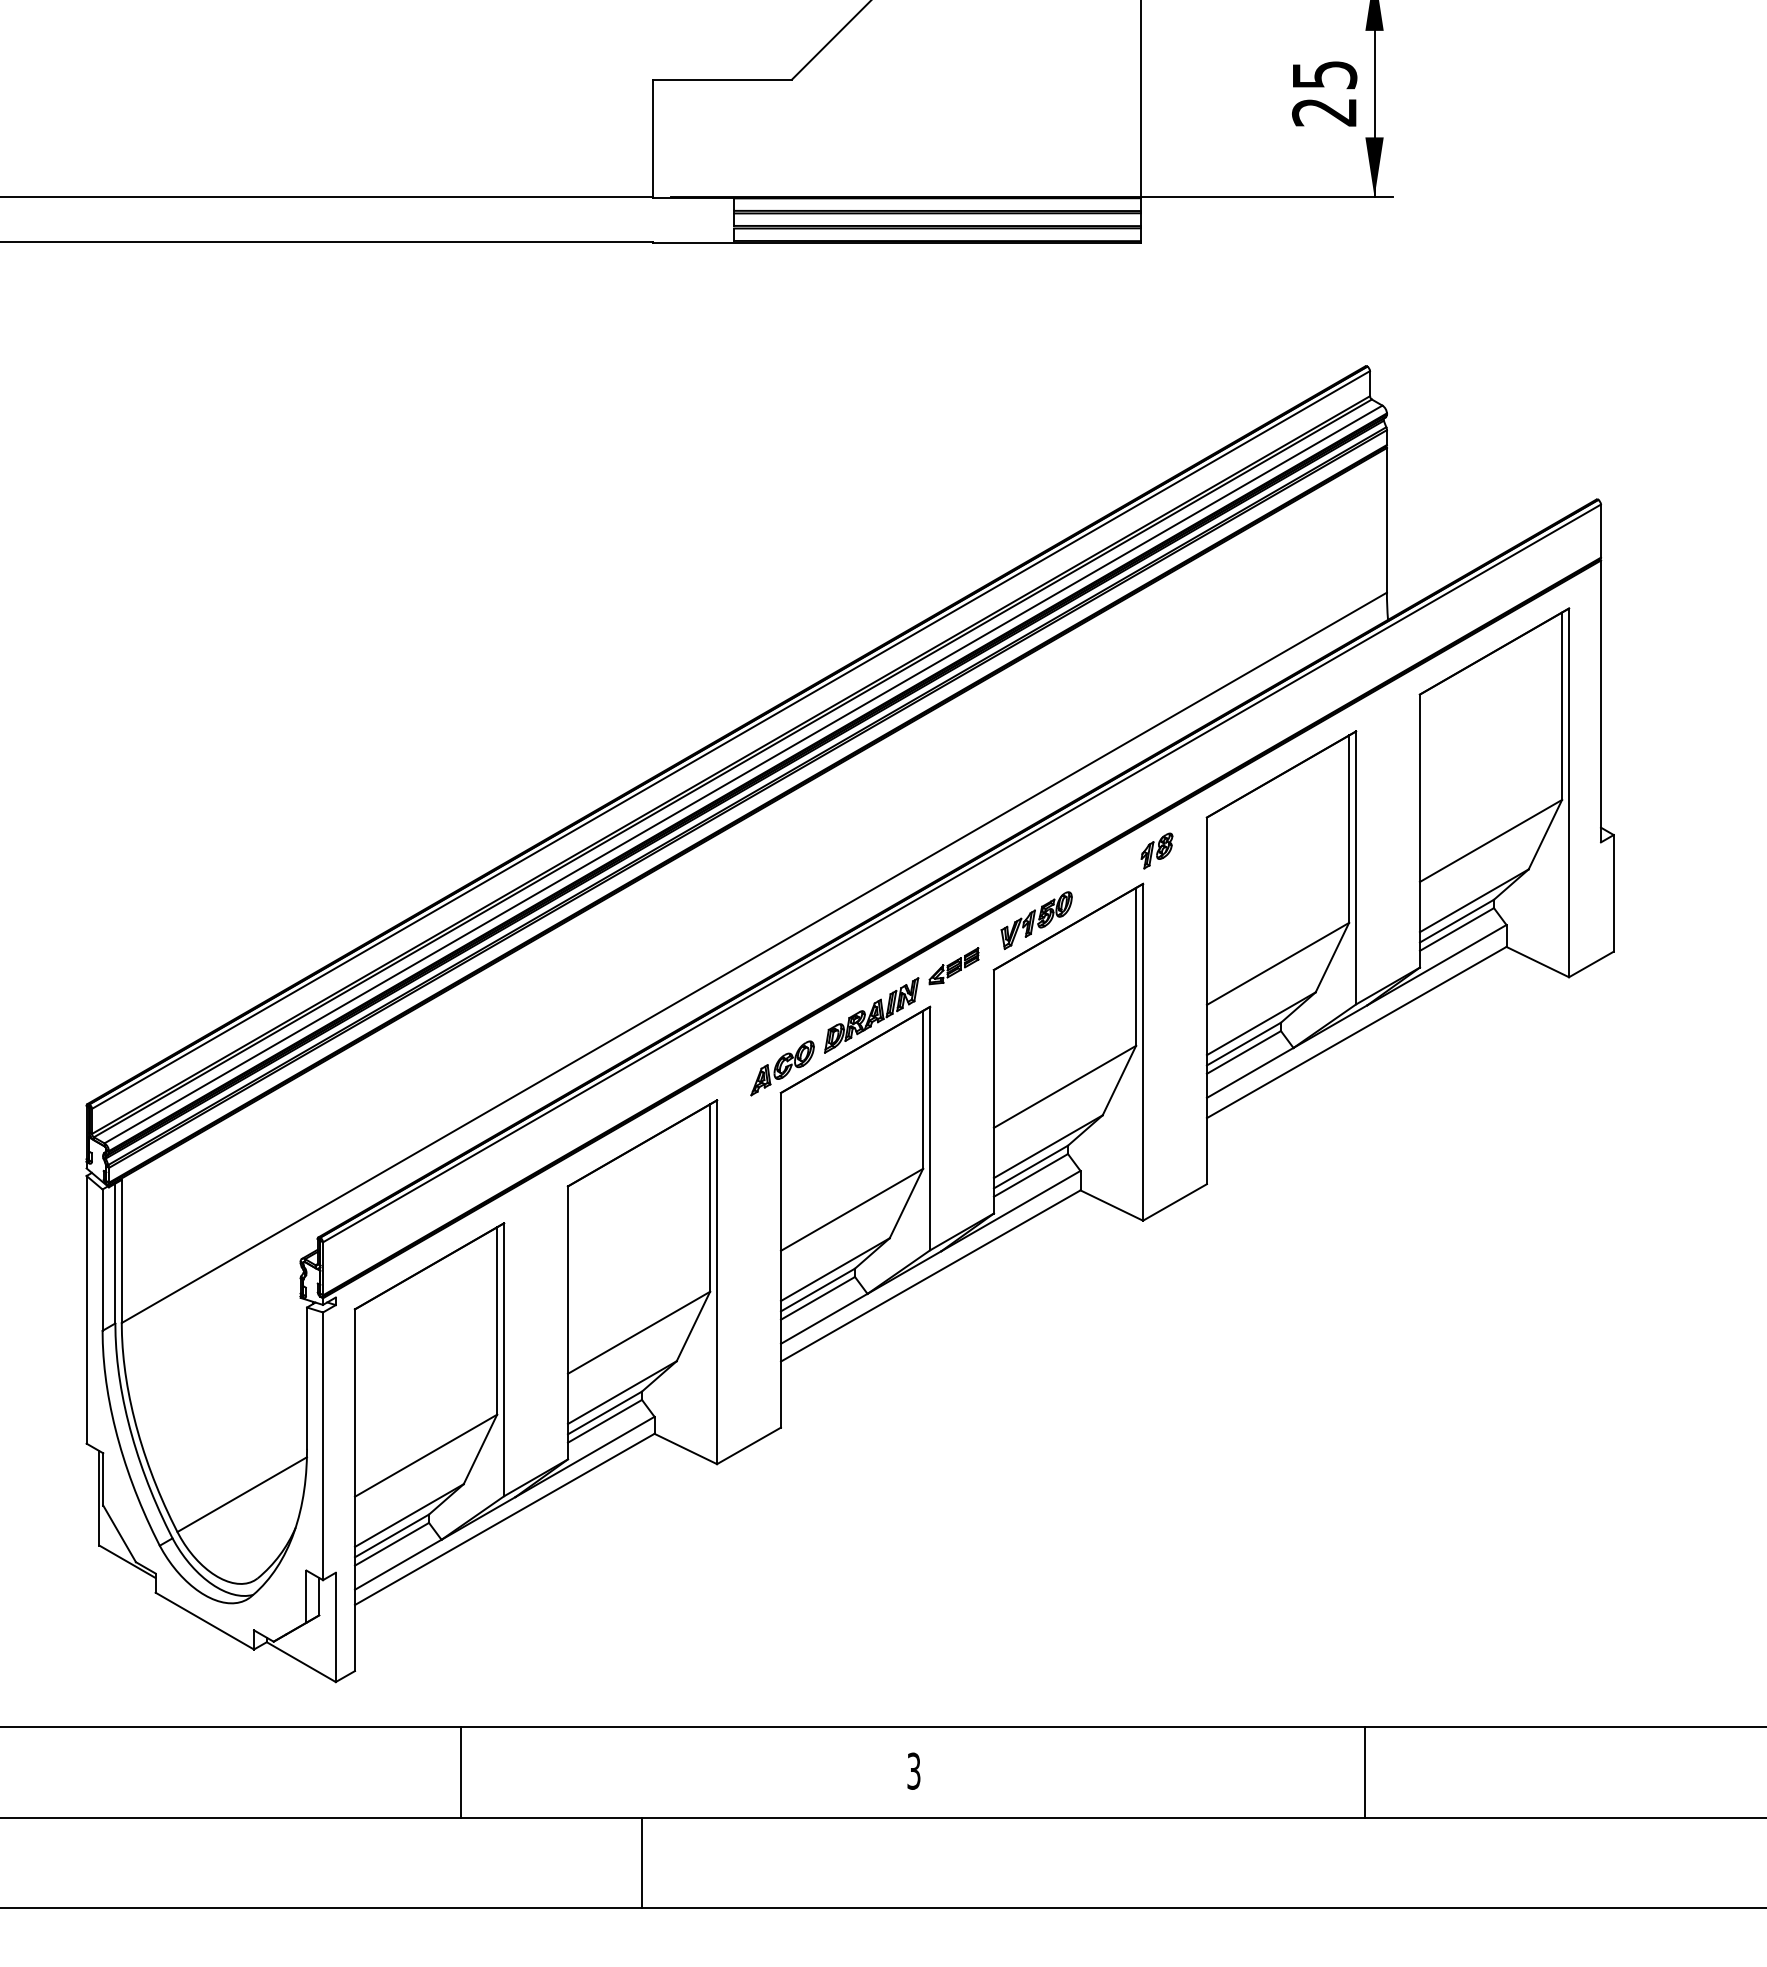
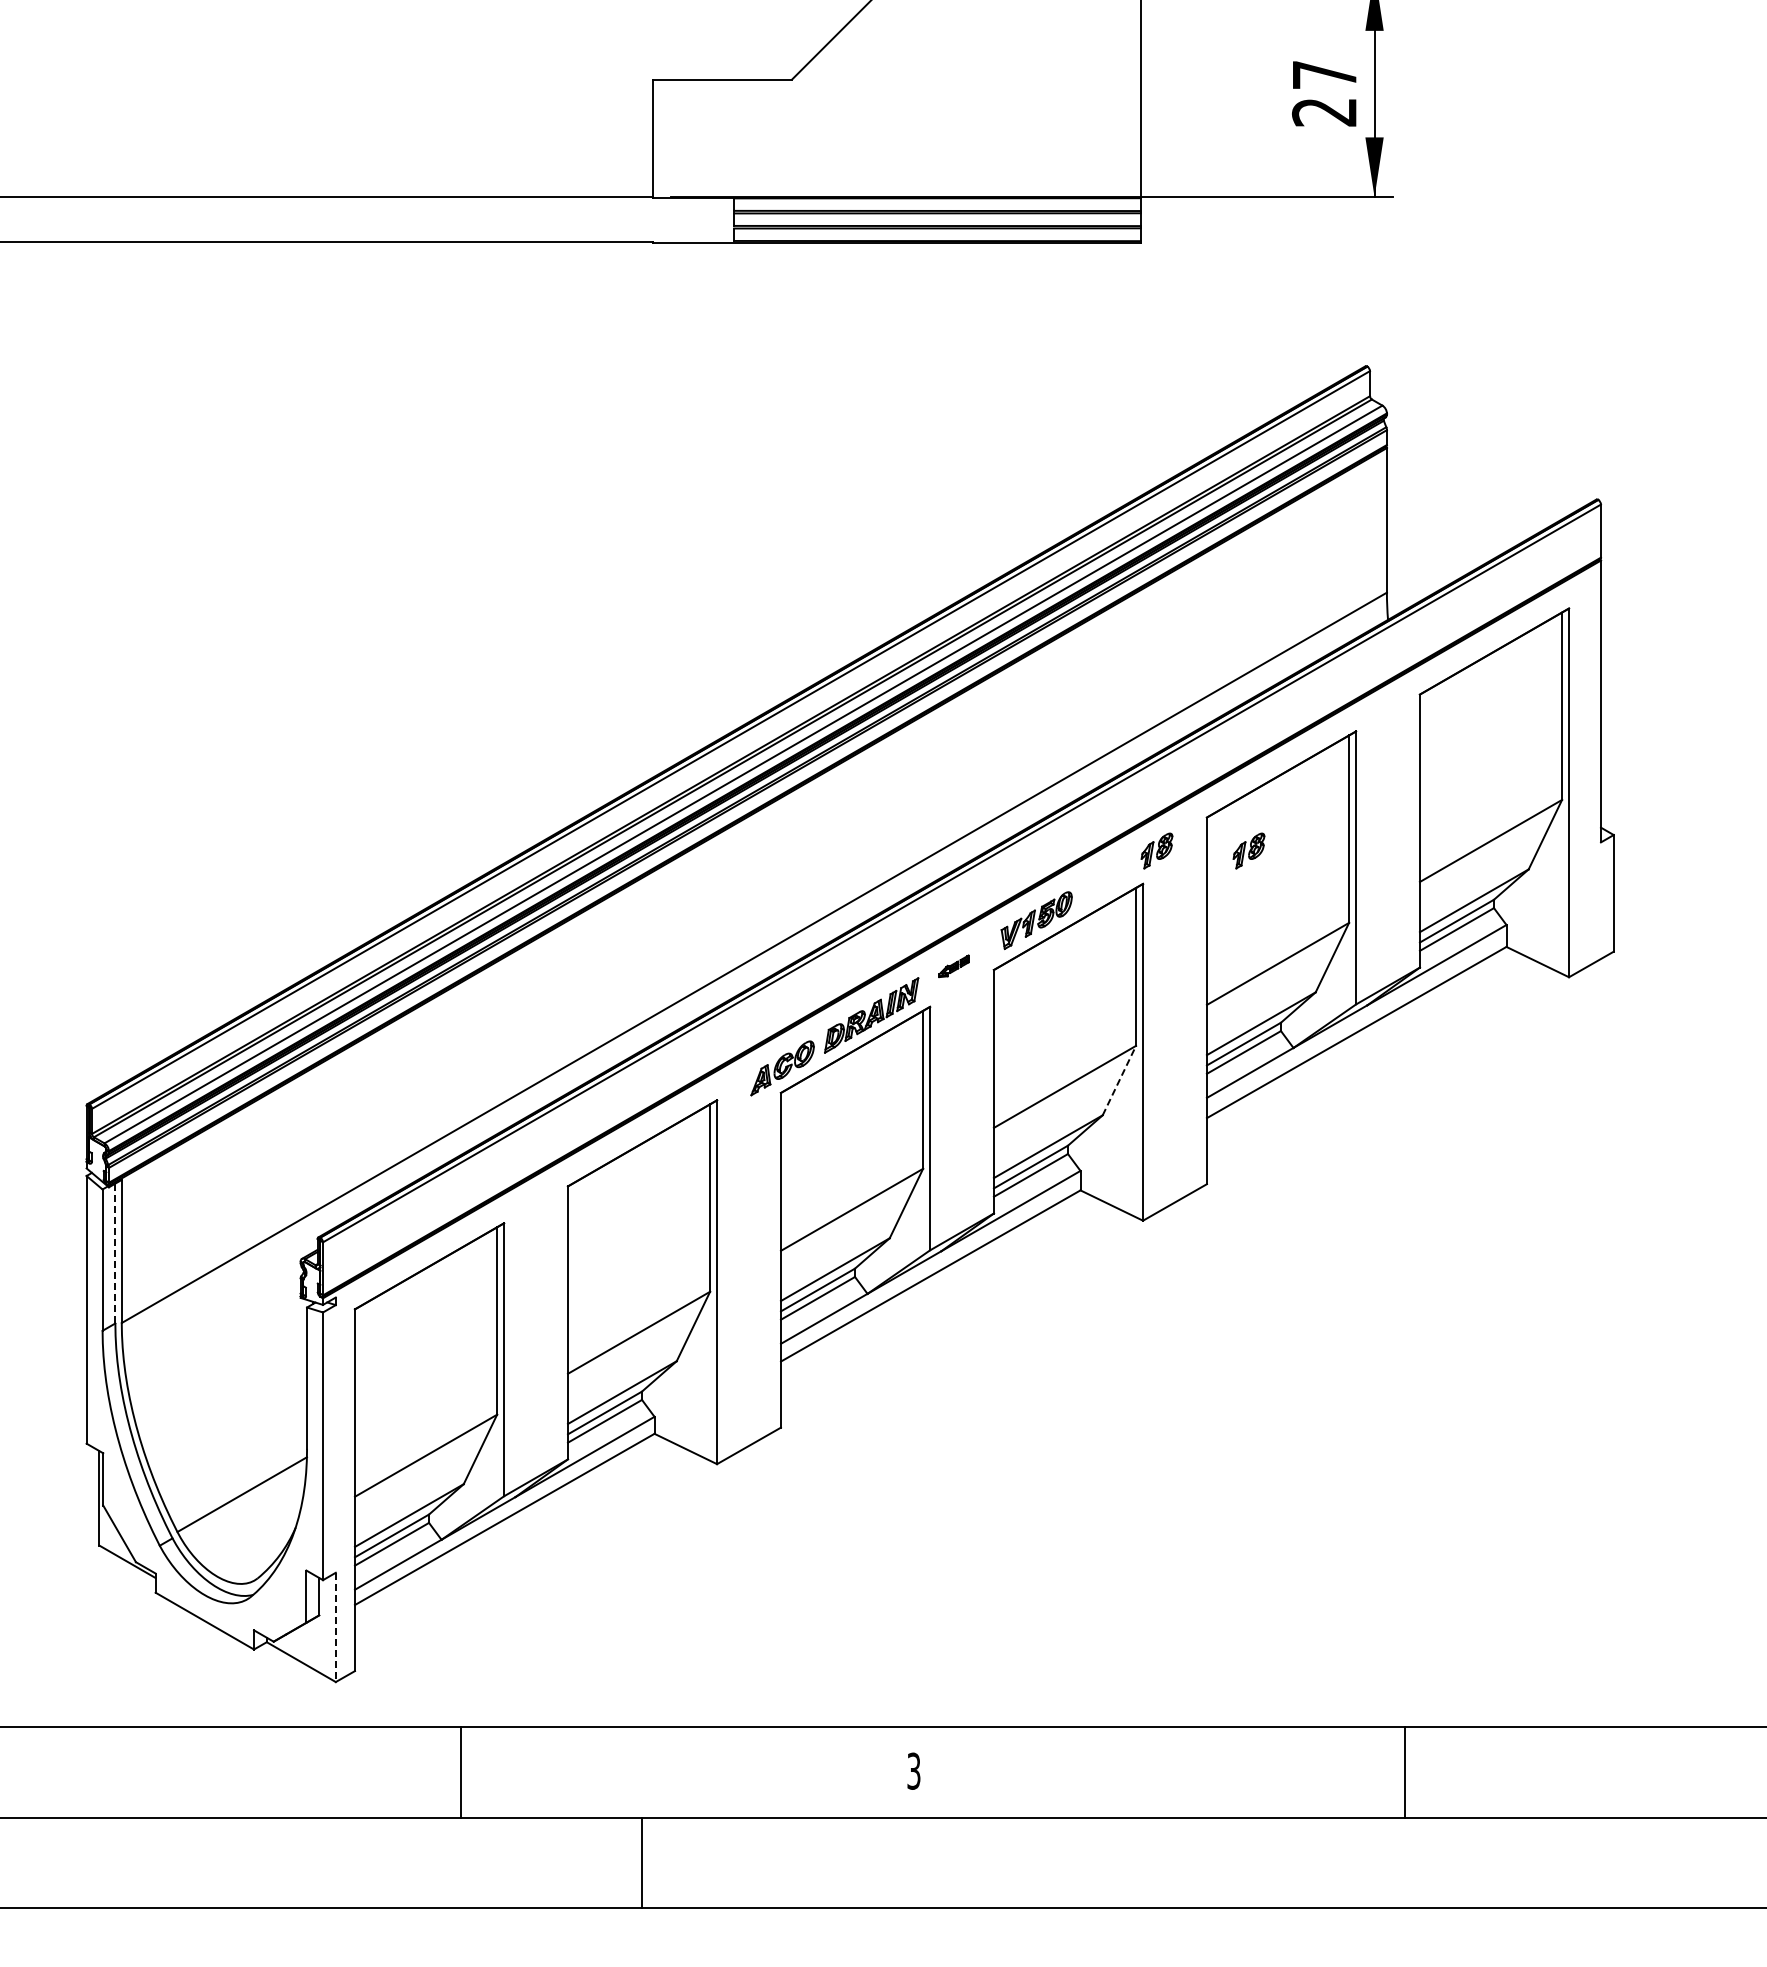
text at (1325, 75): 25 -> 27
part at (1248, 850): none -> present
part at (953, 966) size: 52x39 px -> 32x25 px
line at (1119, 1080): solid -> dashed
line at (115, 1253): solid -> dashed
line at (335, 1627): solid -> dashed
line at (1365, 1772) position: (1365, 1772) -> (1405, 1772)
